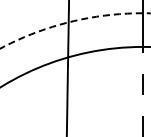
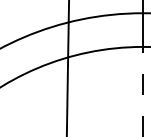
circle at (75, 30): dashed -> solid
